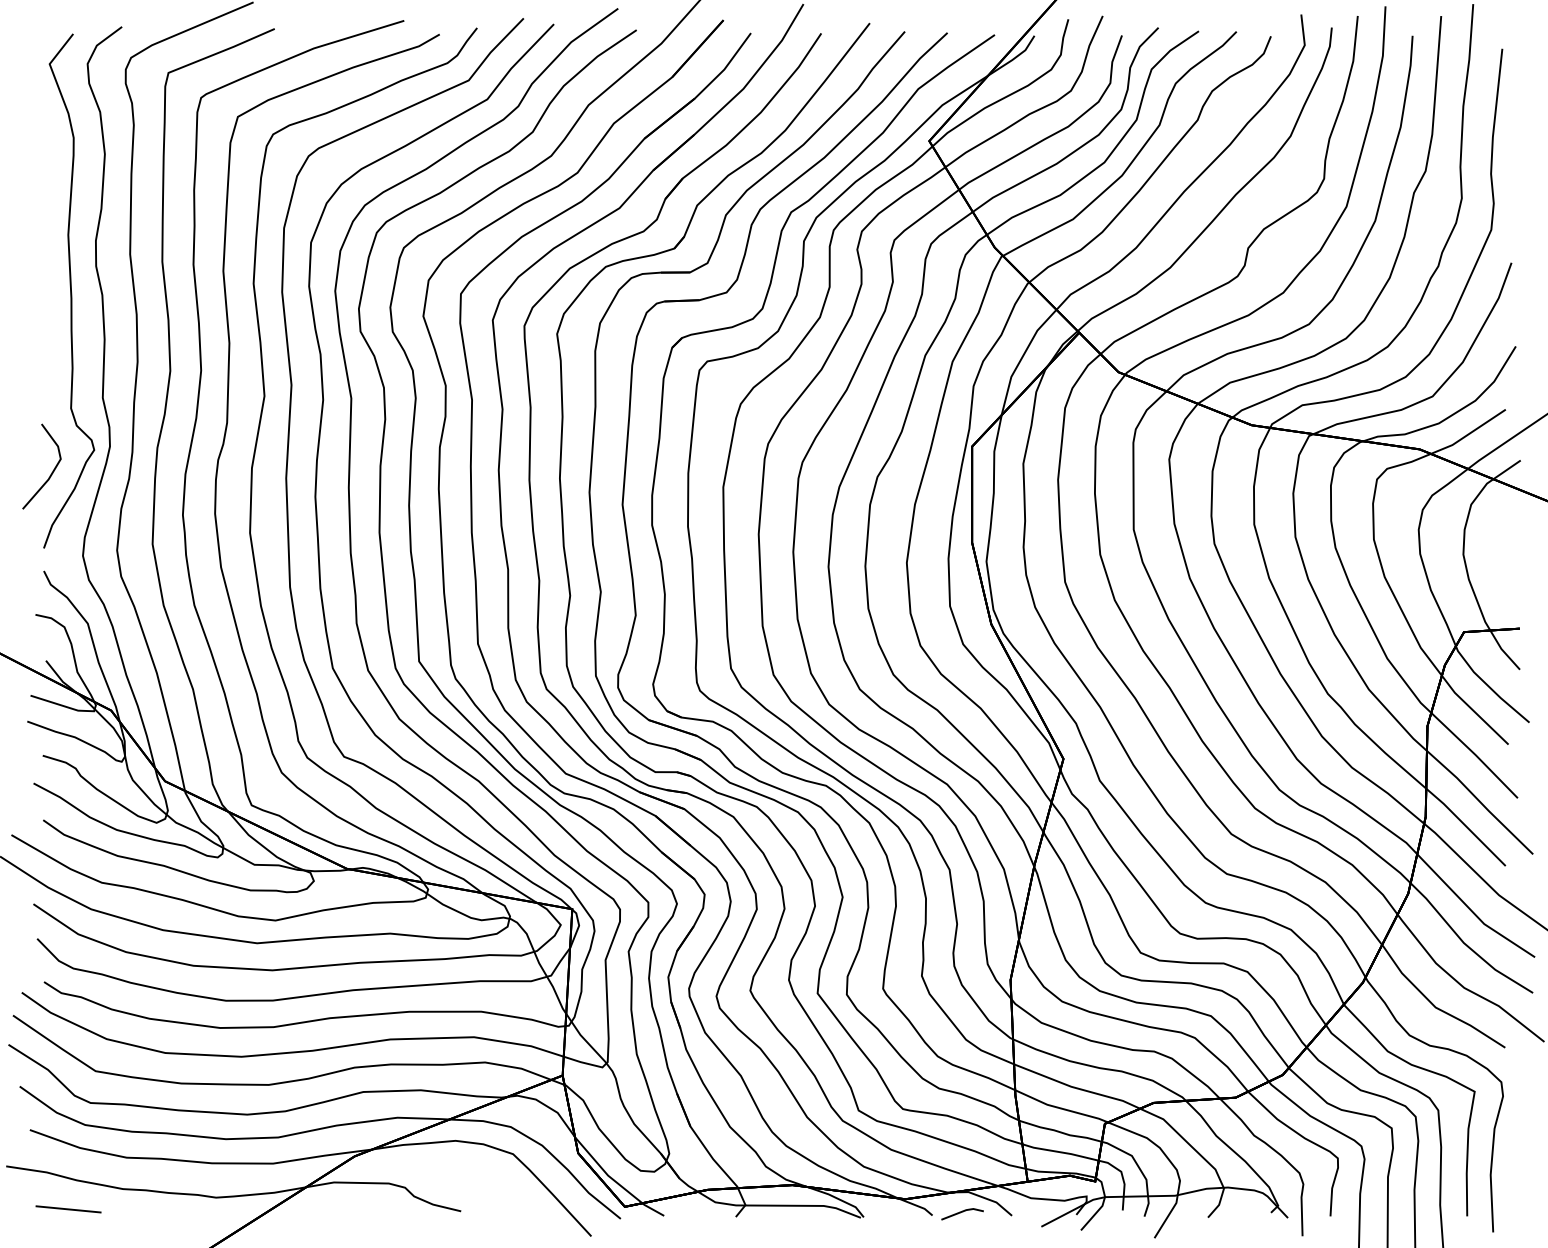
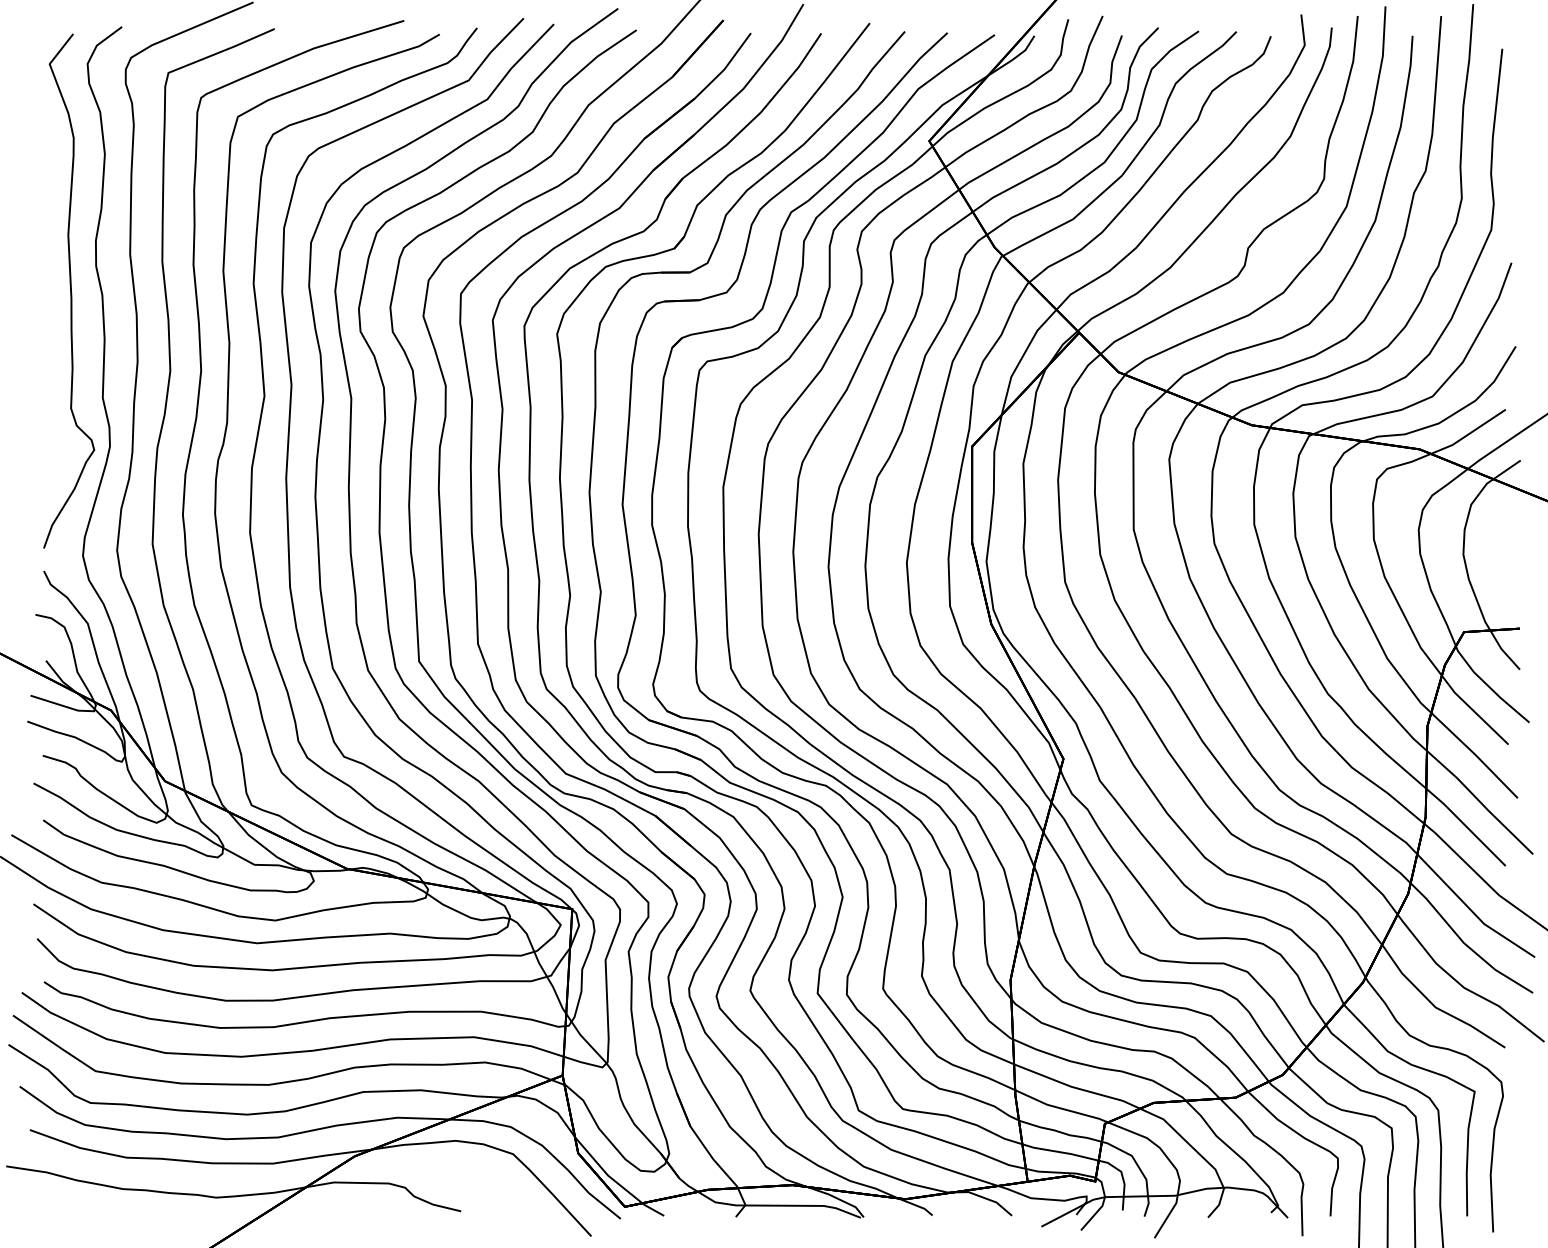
line at (51, 472): present -> none
line at (68, 1209): present -> none
line at (962, 1212): present -> none
